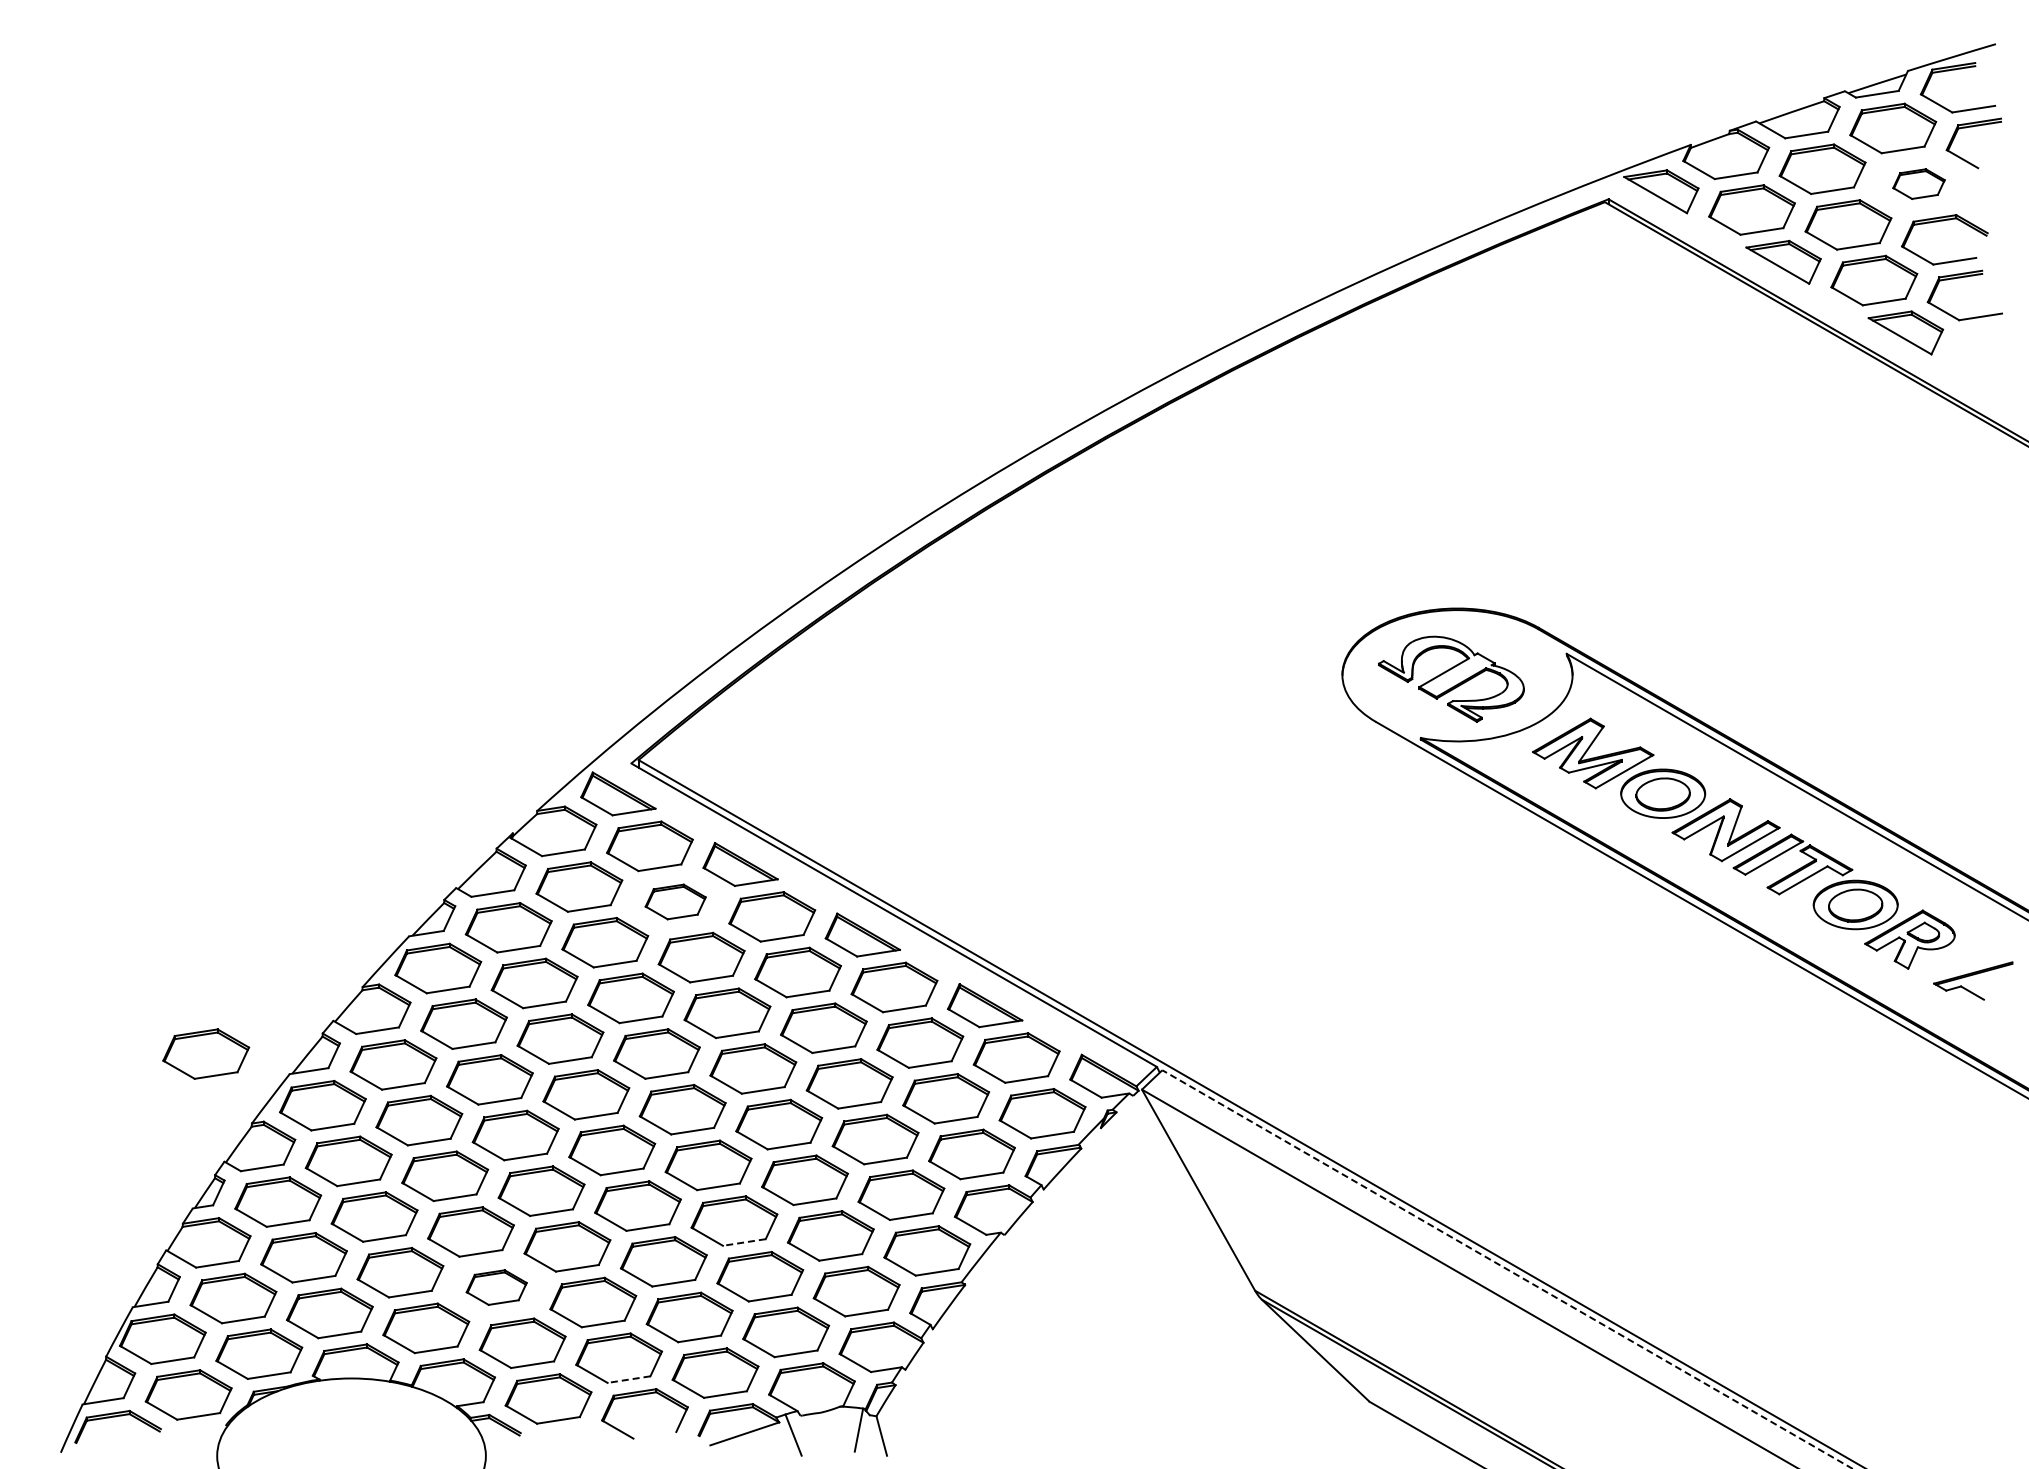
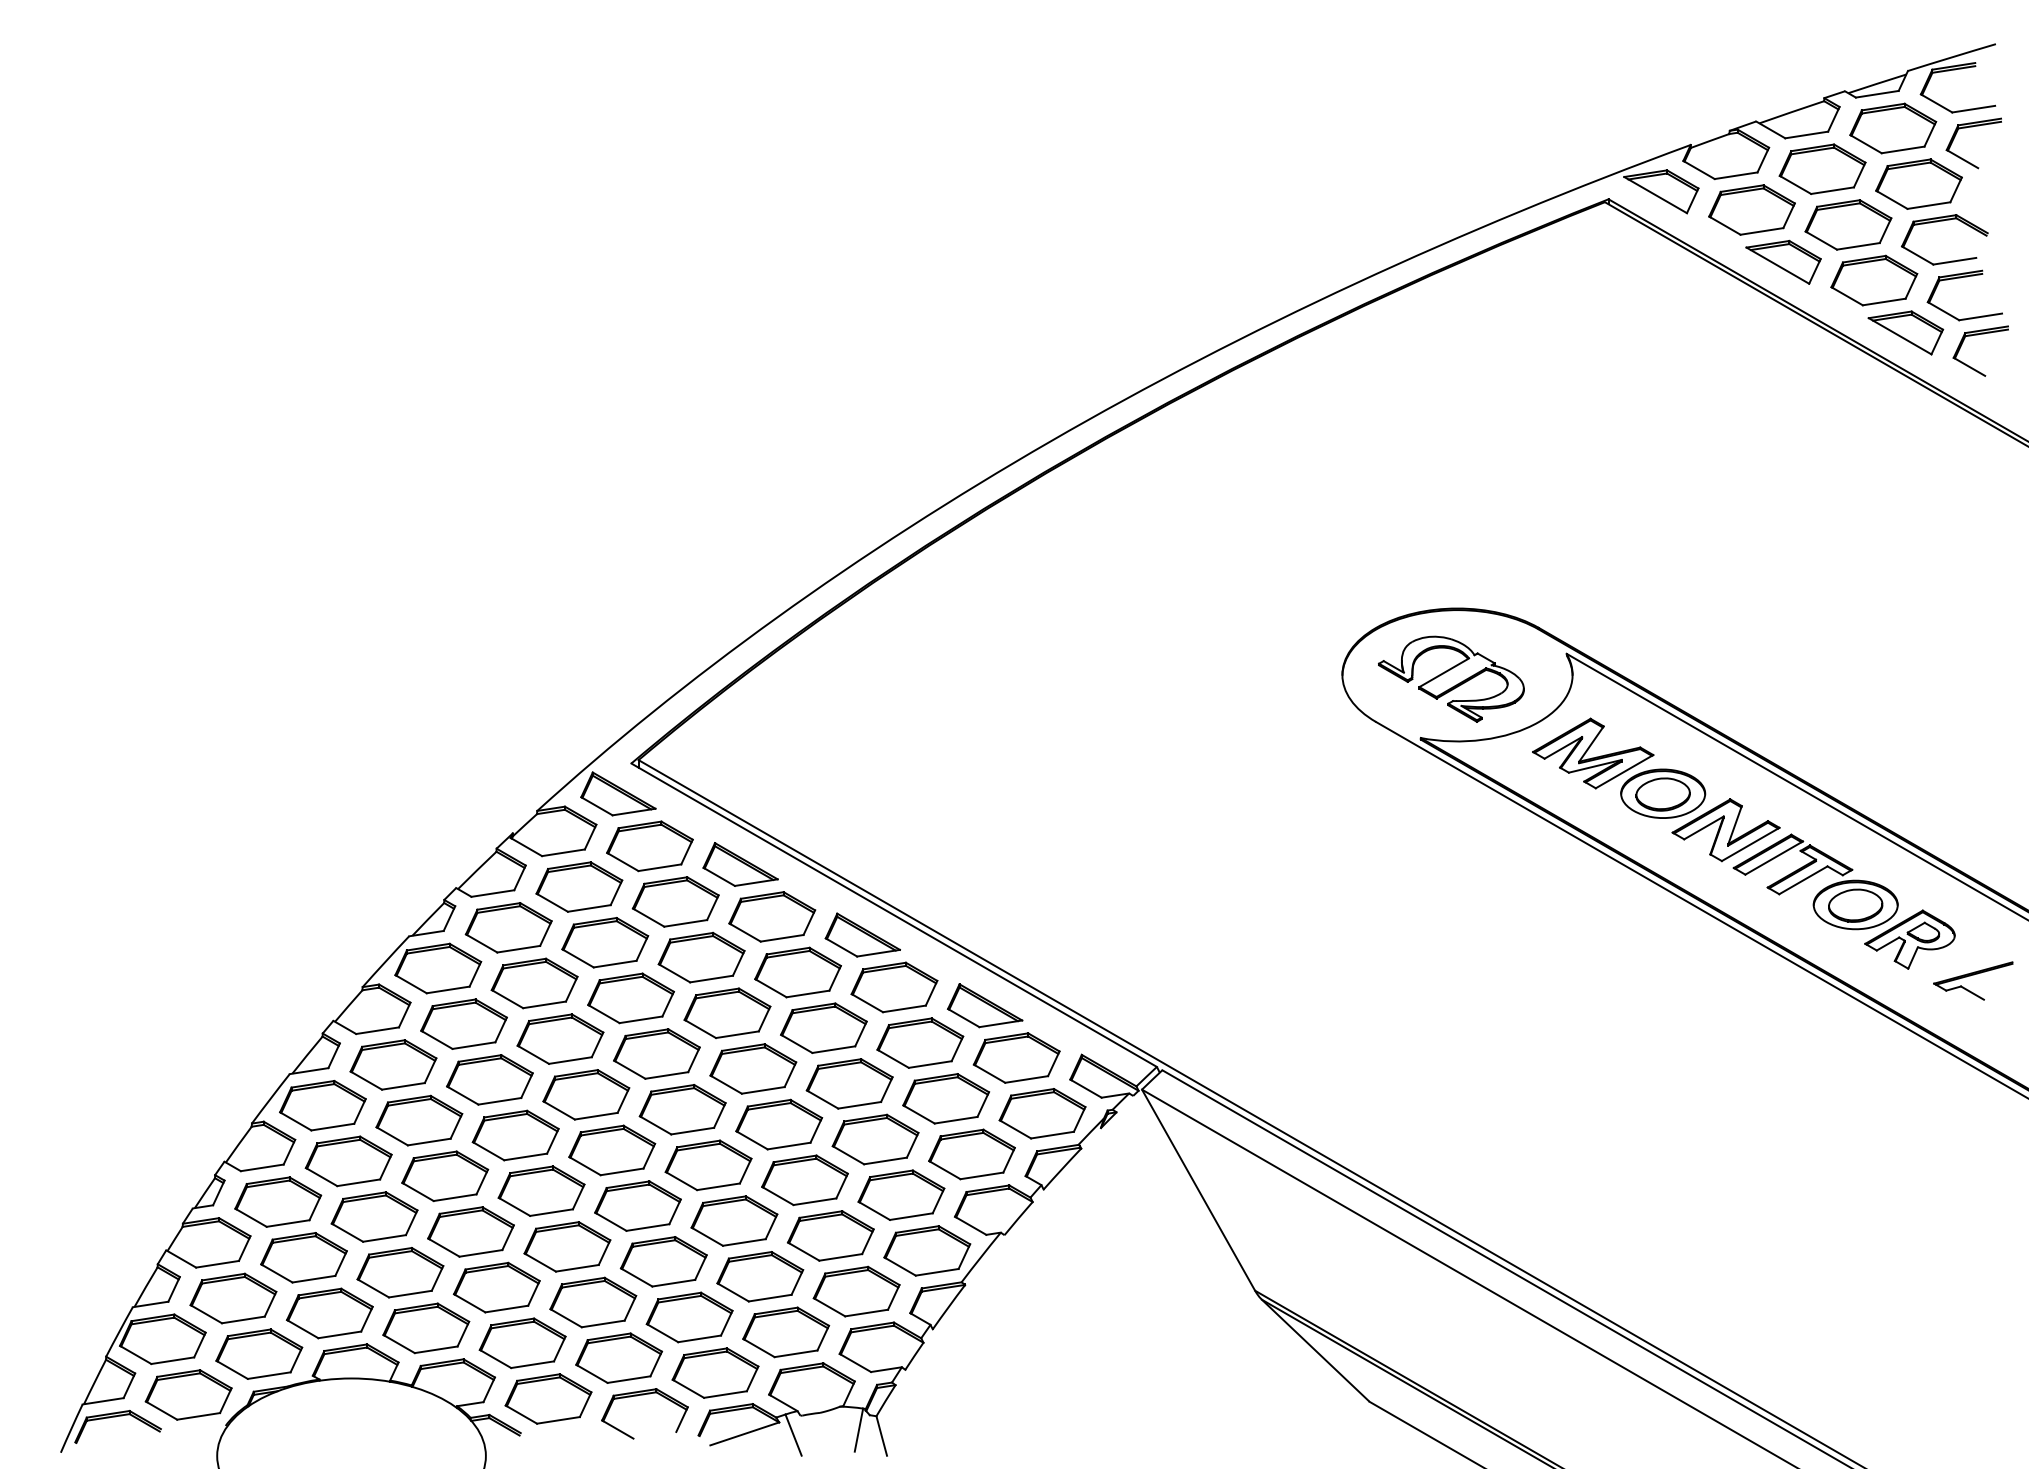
part at (1918, 183) size: 54x32 px -> 88x52 px
part at (1978, 335): none -> present
part at (675, 901) size: 63x38 px -> 89x52 px
part at (206, 1053): present -> none
line at (744, 1242): dashed -> solid
line at (1506, 1269): dashed -> solid
part at (496, 1287) size: 63x37 px -> 89x53 px
line at (629, 1379): dashed -> solid
